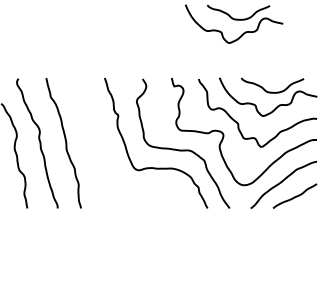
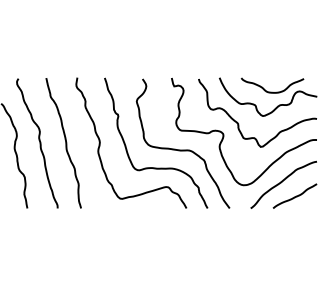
part at (234, 23): present -> none
curve at (100, 142): none -> present
